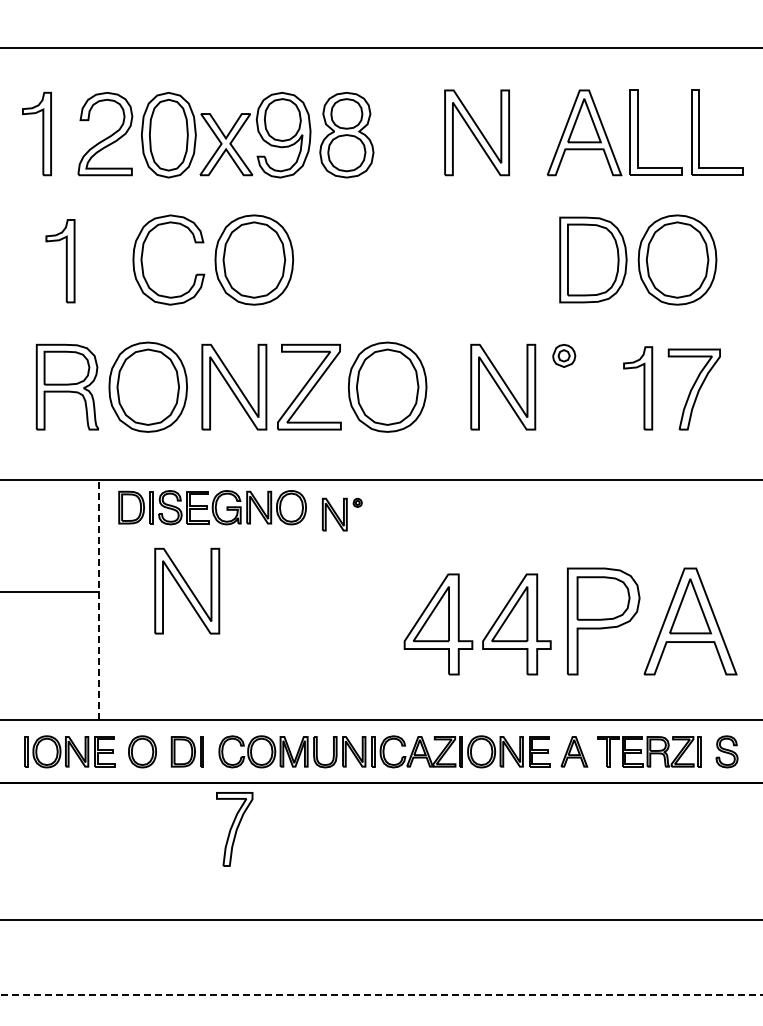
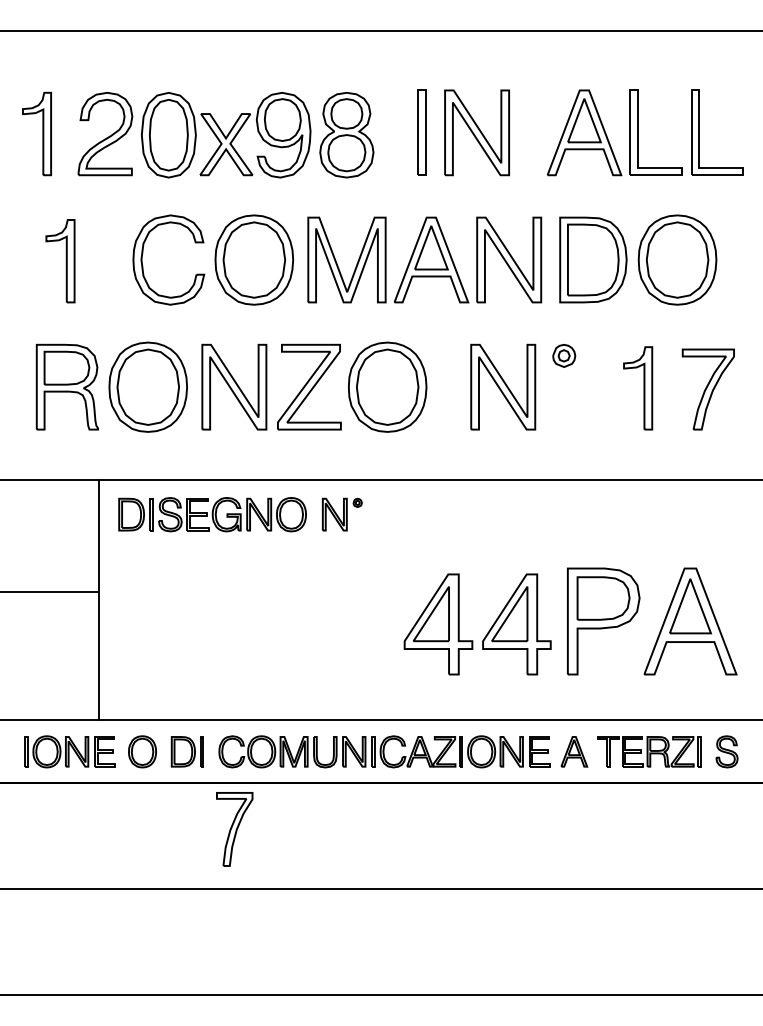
line at (380, 47) position: (380, 47) -> (380, 30)
part at (421, 132): none -> present
part at (424, 259): none -> present
part at (693, 389) position: (693, 389) -> (707, 389)
part at (212, 507) position: (212, 507) -> (212, 514)
part at (187, 590): present -> none
line at (99, 599): dashed -> solid
line at (380, 920) position: (380, 920) -> (380, 889)
line at (381, 995): dashed -> solid
